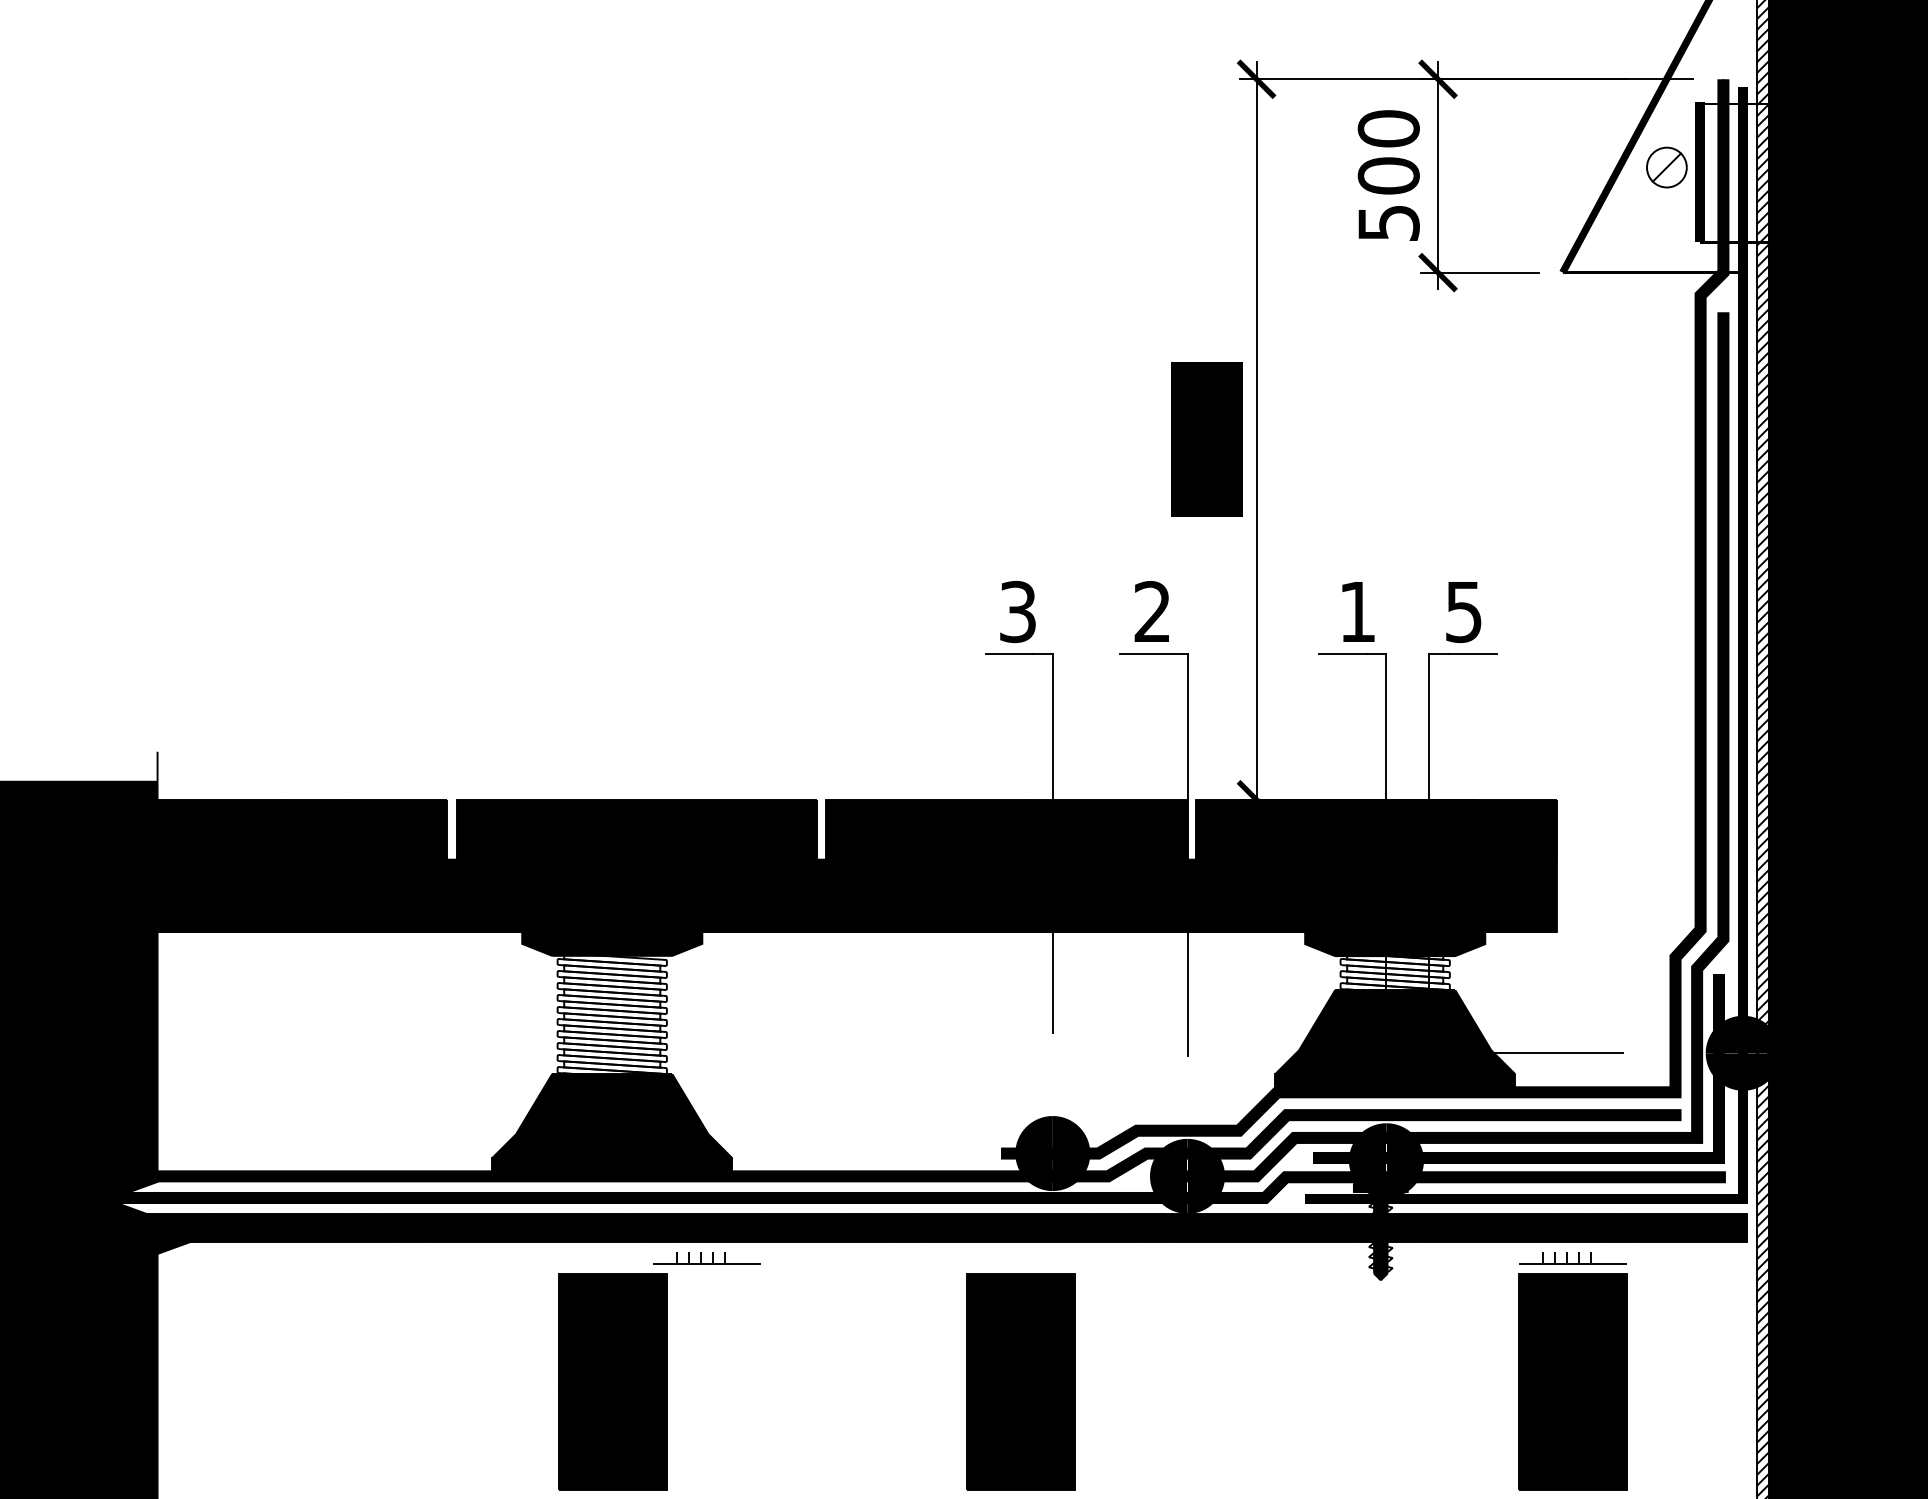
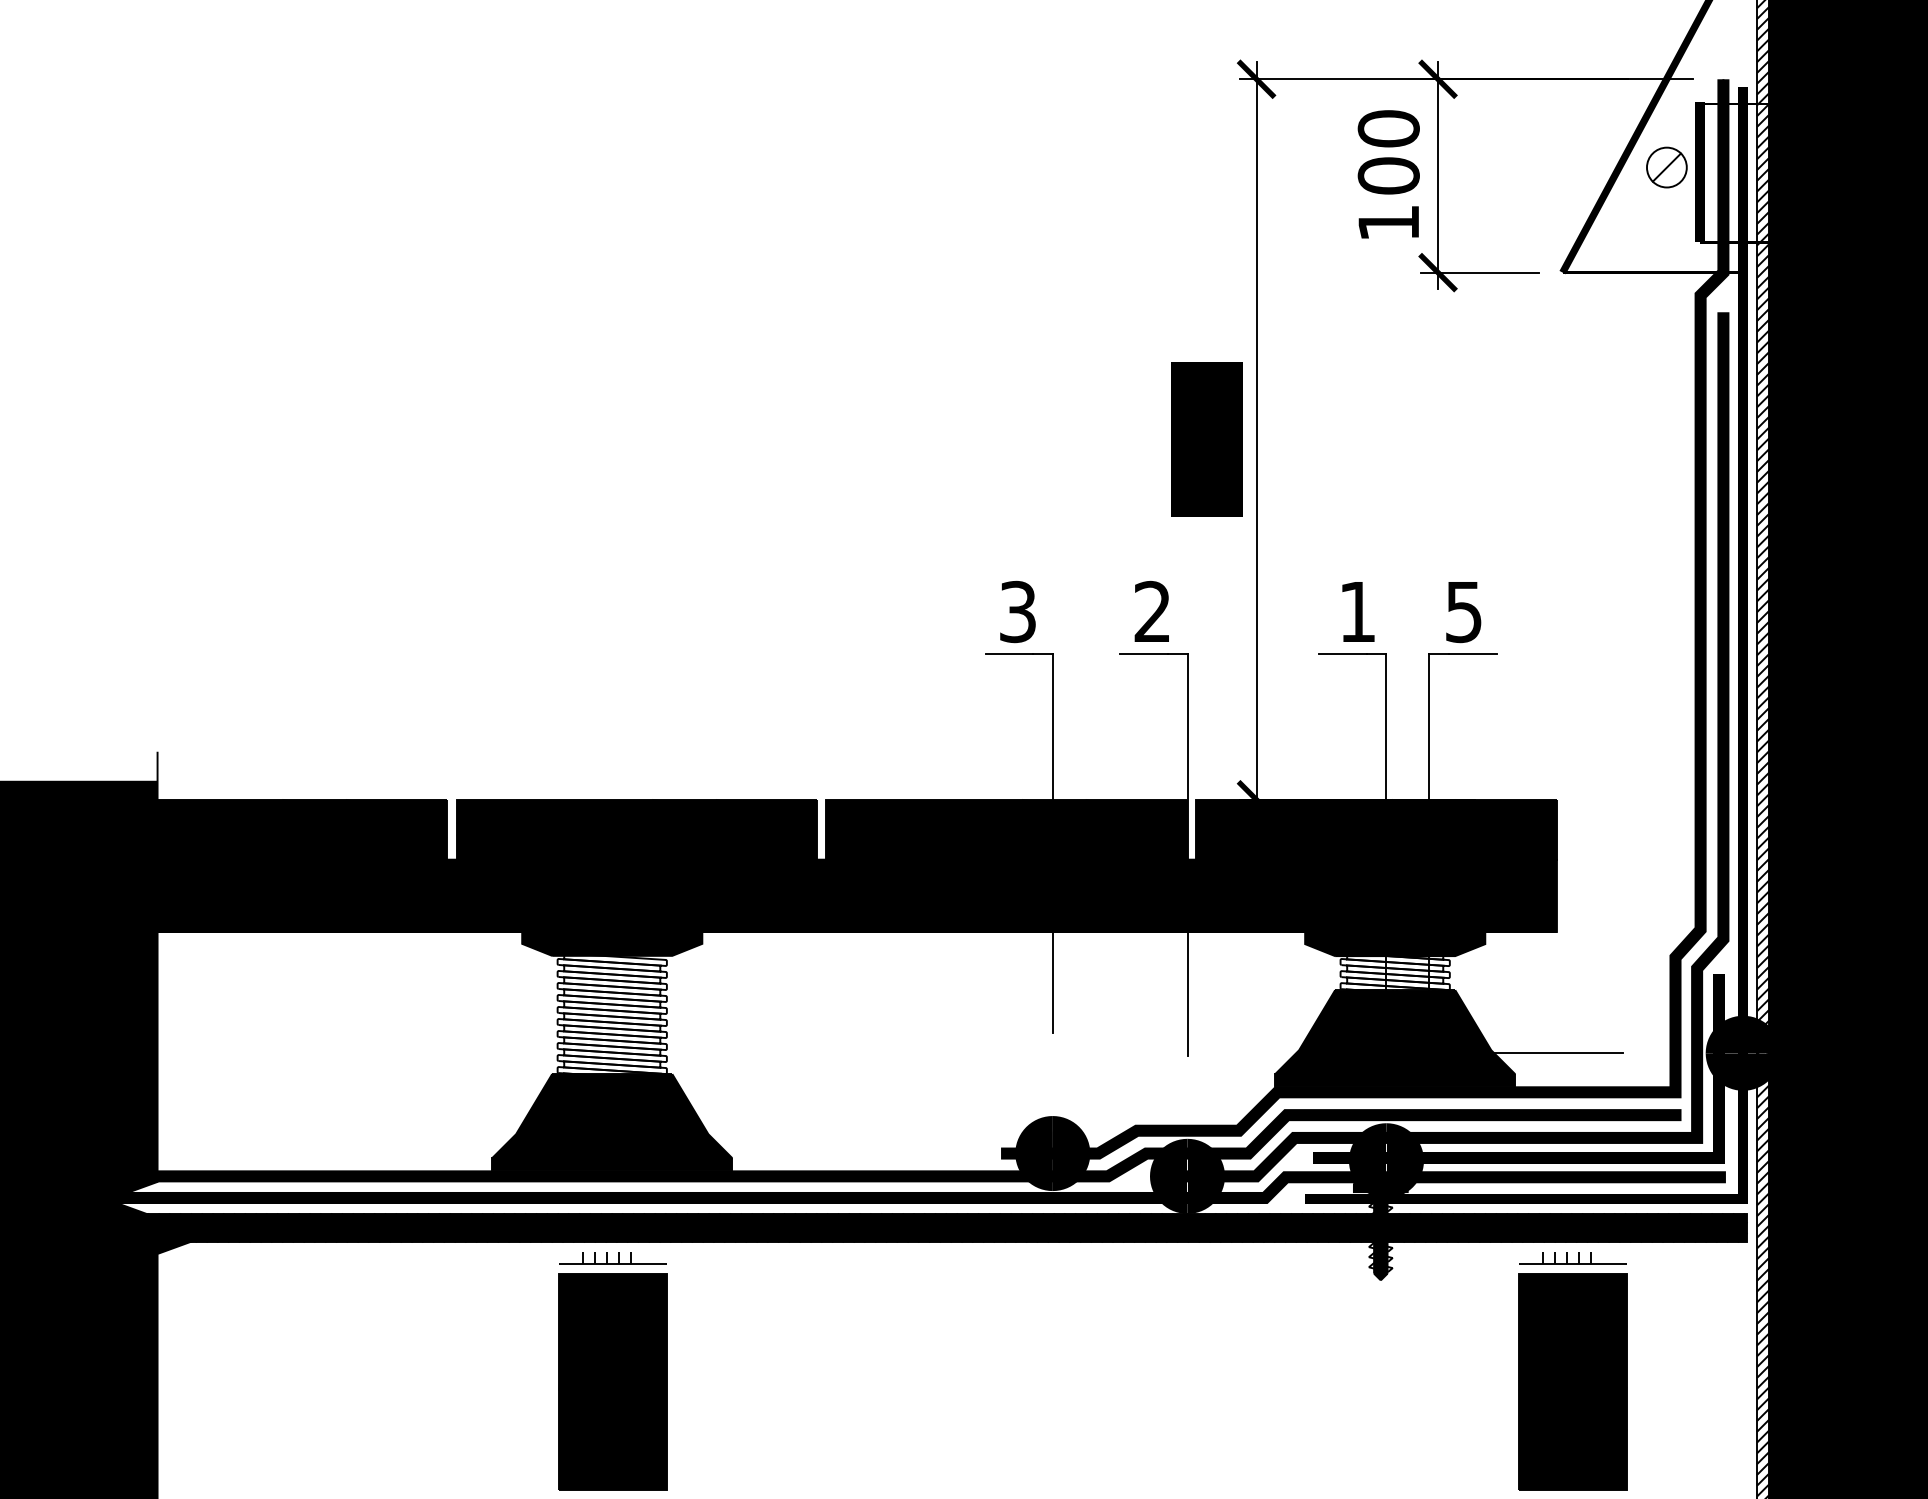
text at (1388, 223): 500 -> 100
part at (706, 1258) position: (706, 1258) -> (612, 1258)
part at (1020, 1381): present -> none
